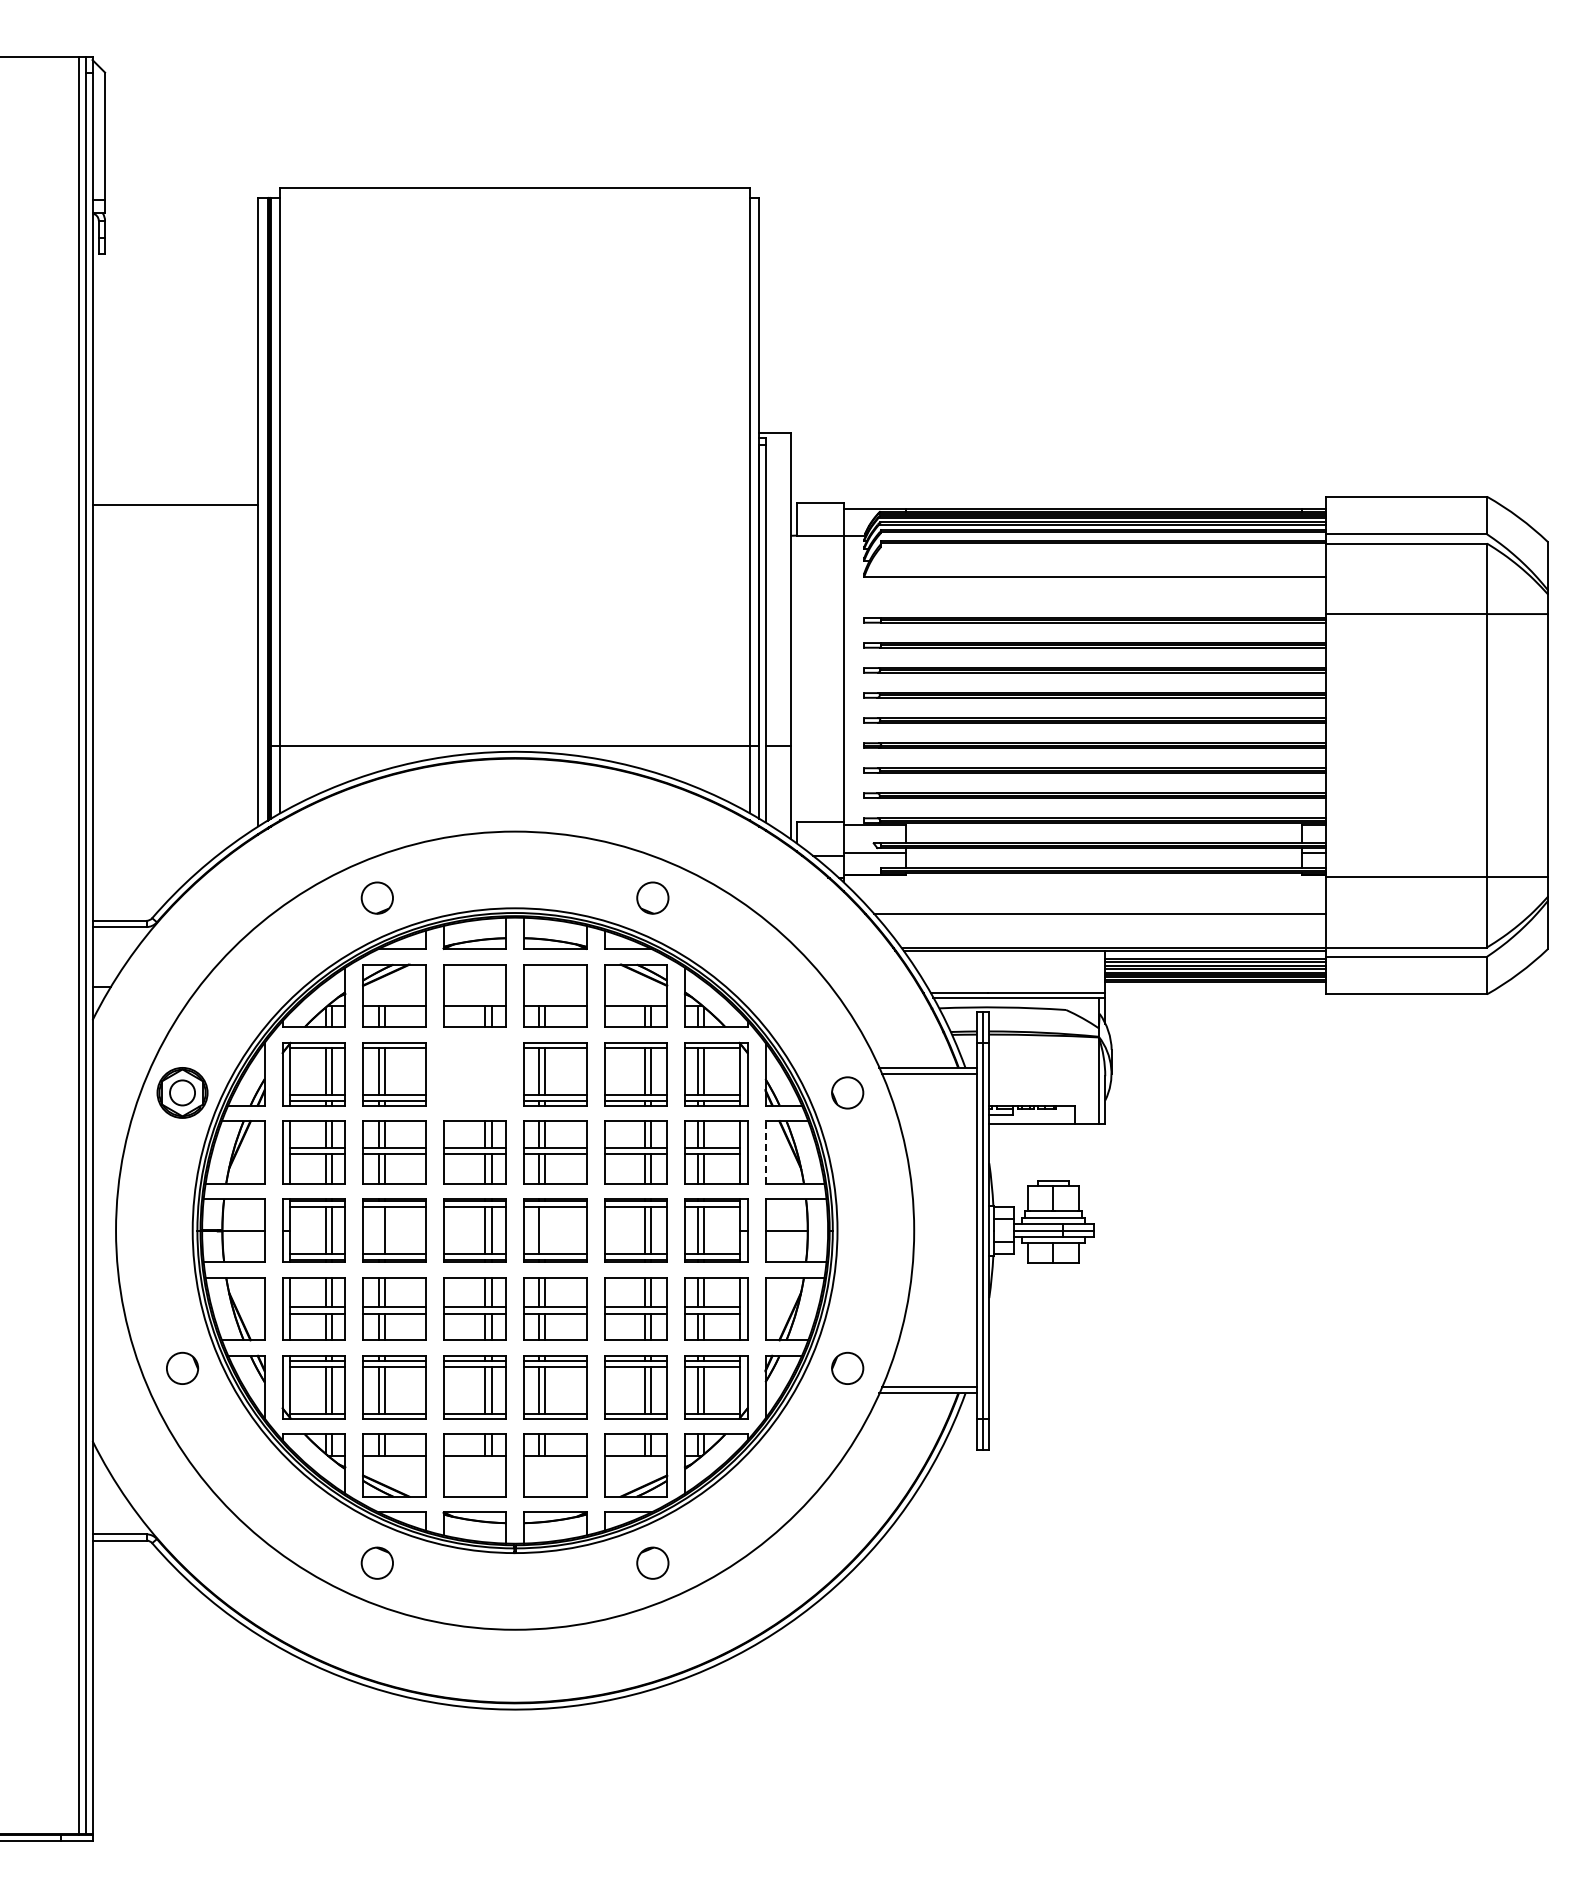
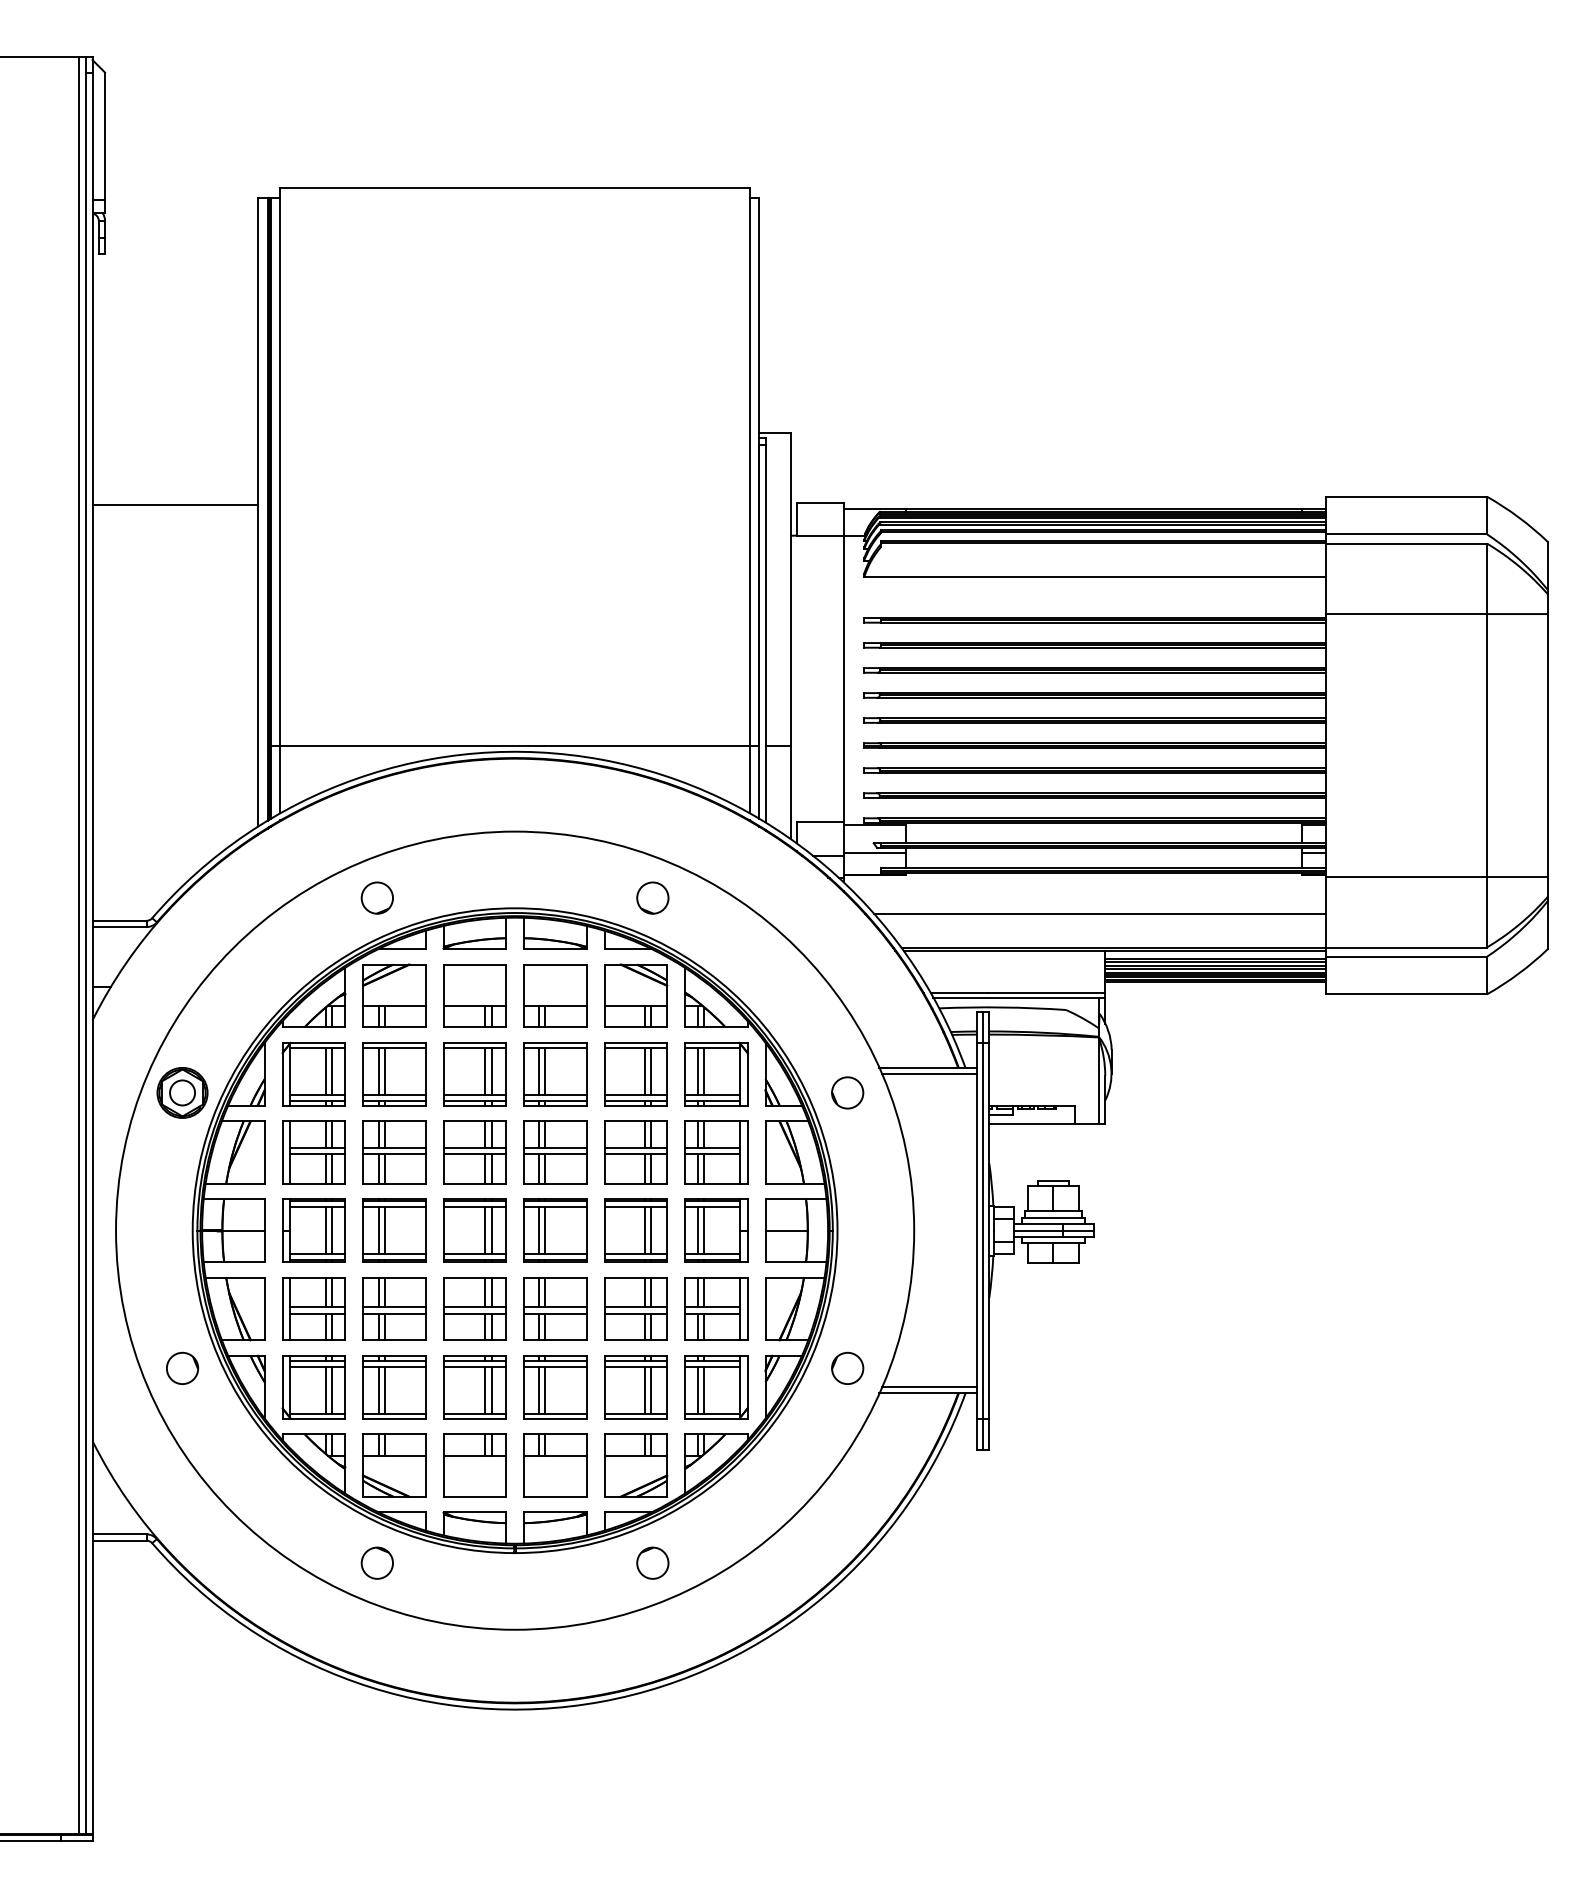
part at (474, 1074): none -> present
line at (765, 1151): dashed -> solid
line at (378, 1230): none -> present
line at (544, 1230): none -> present
